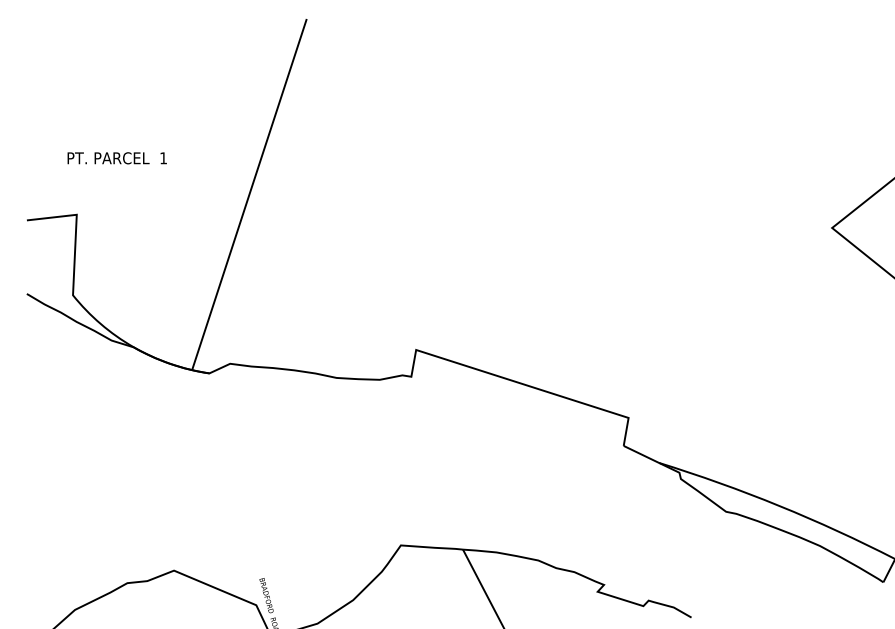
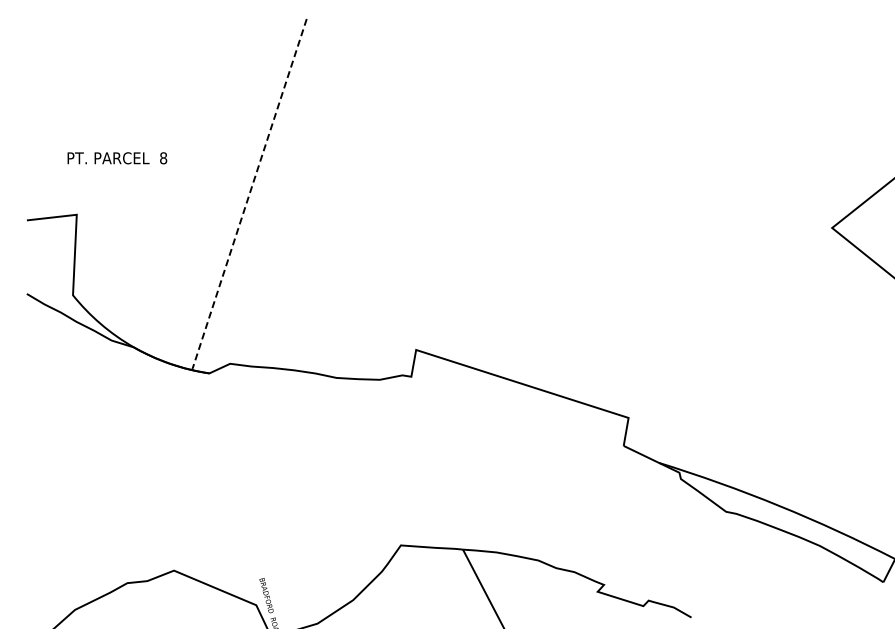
text at (163, 158): 1 -> 8
line at (249, 195): solid -> dashed
